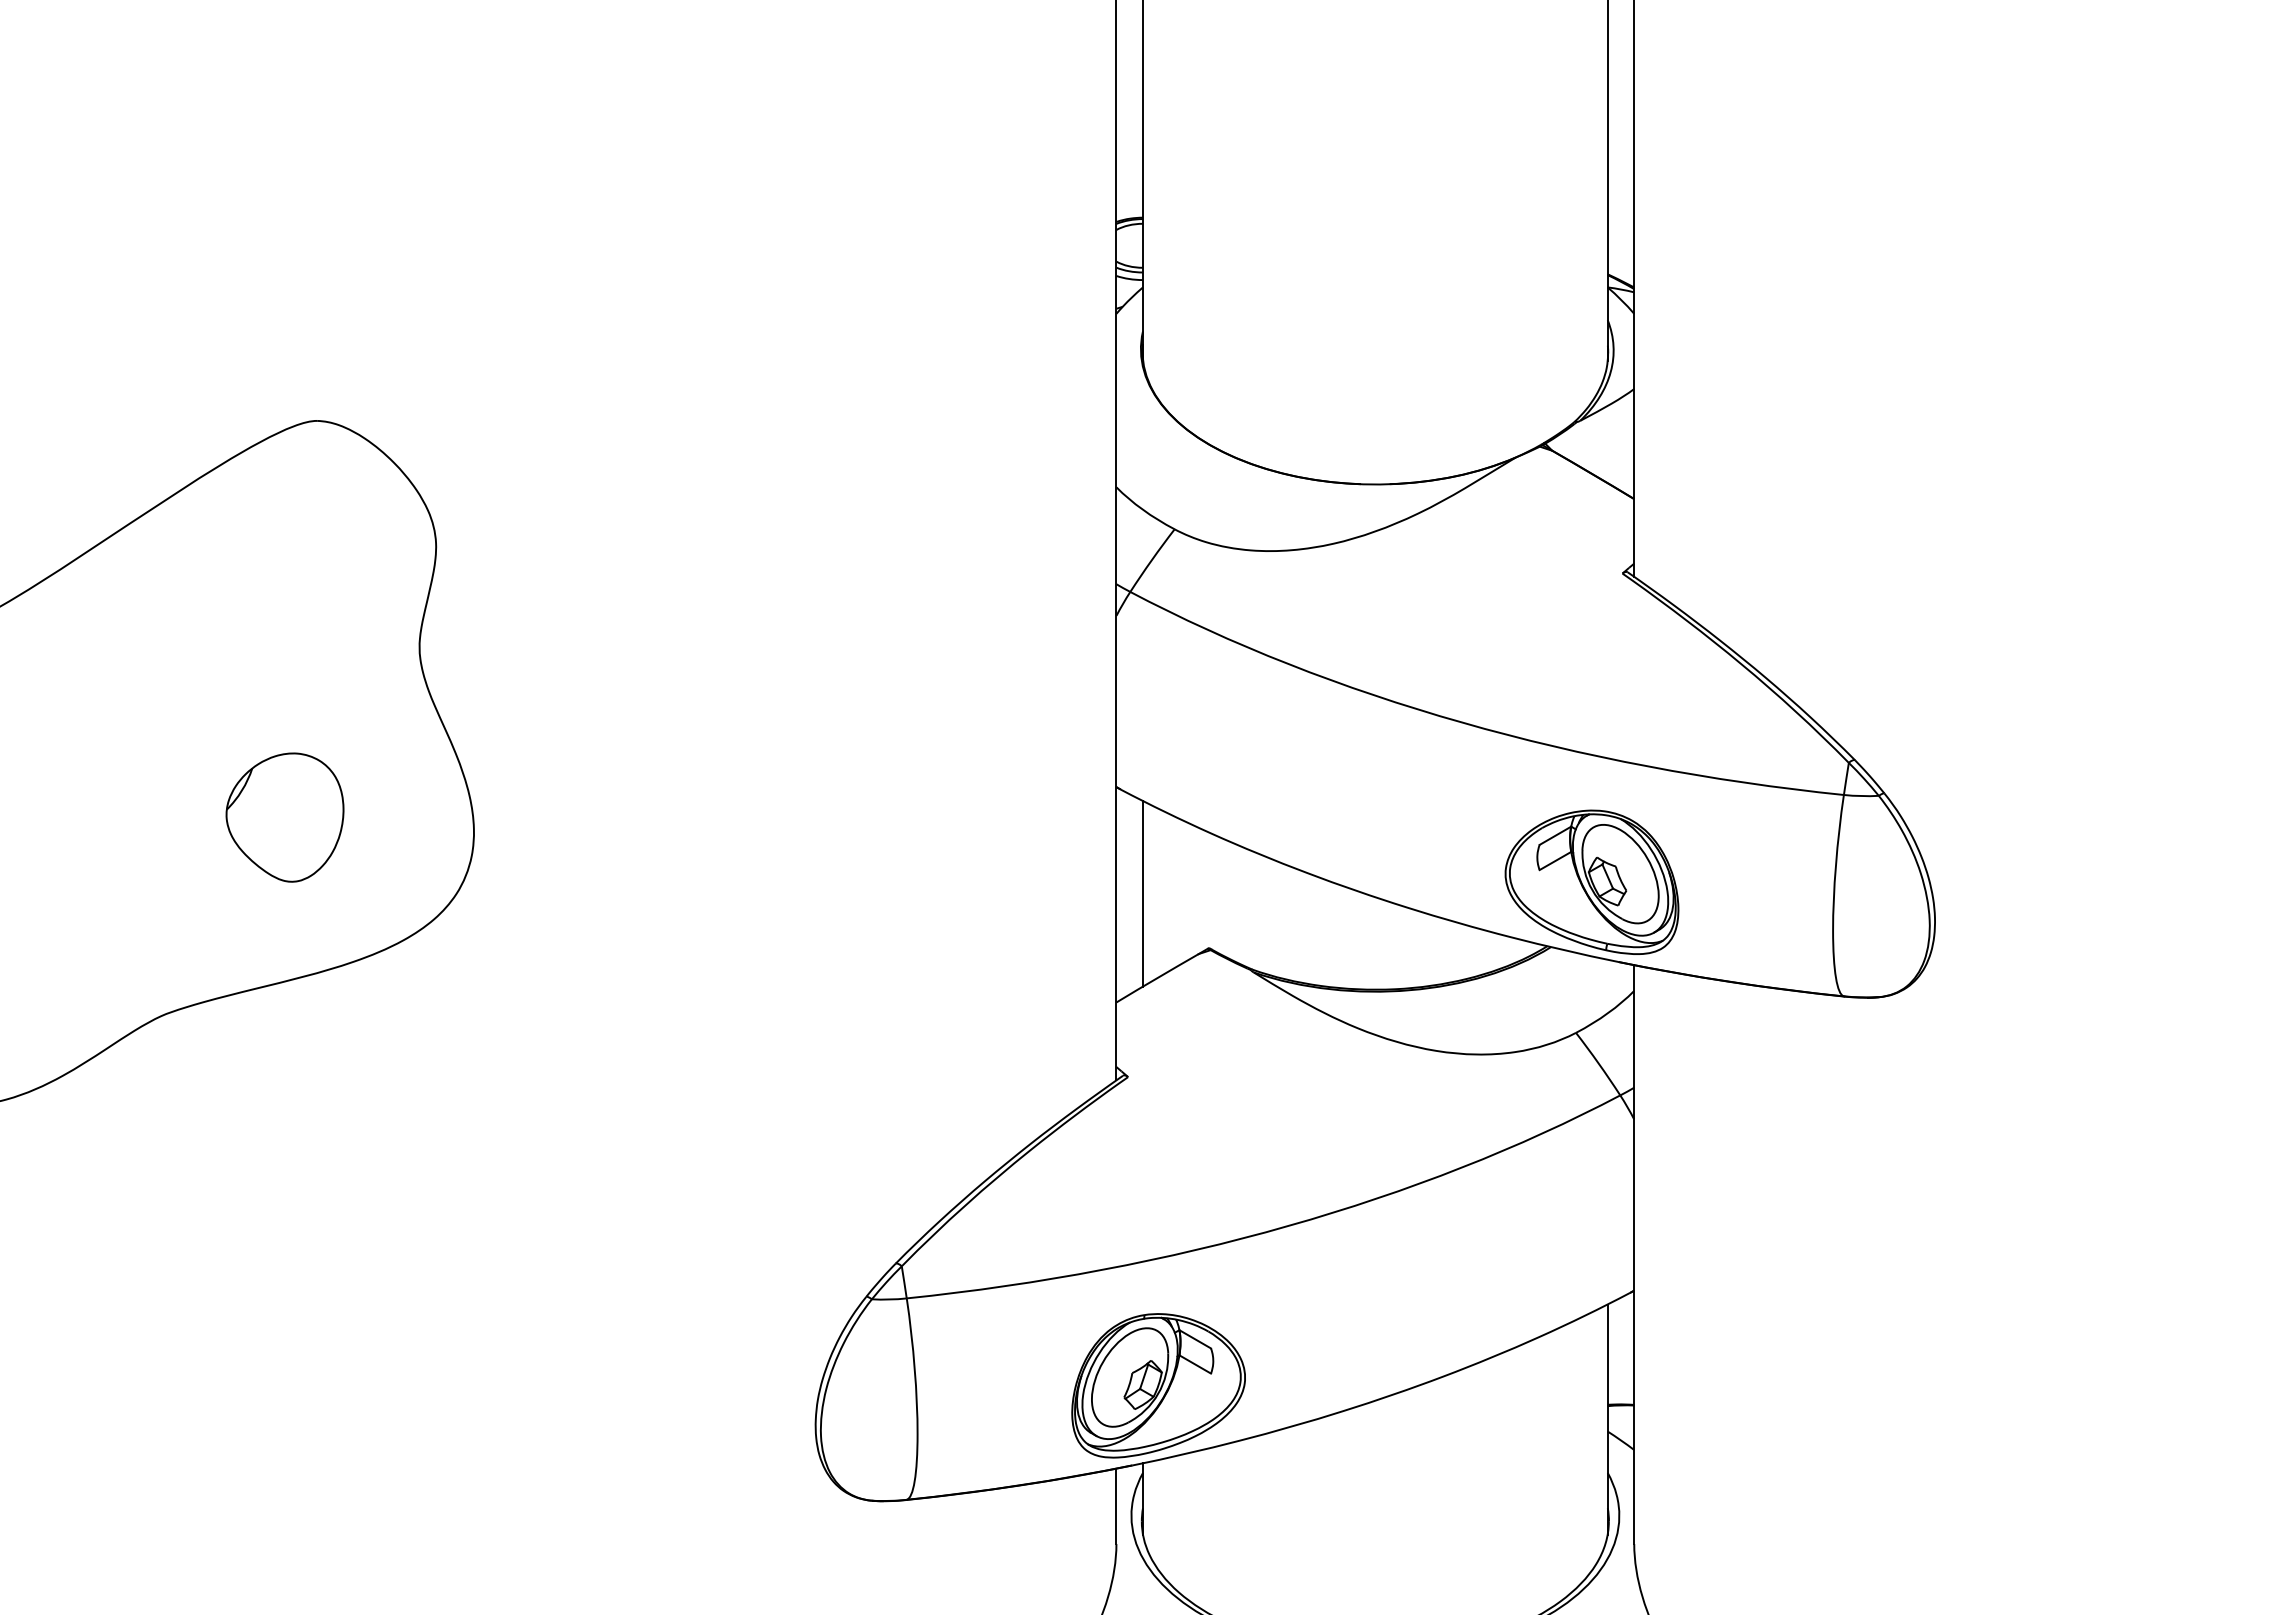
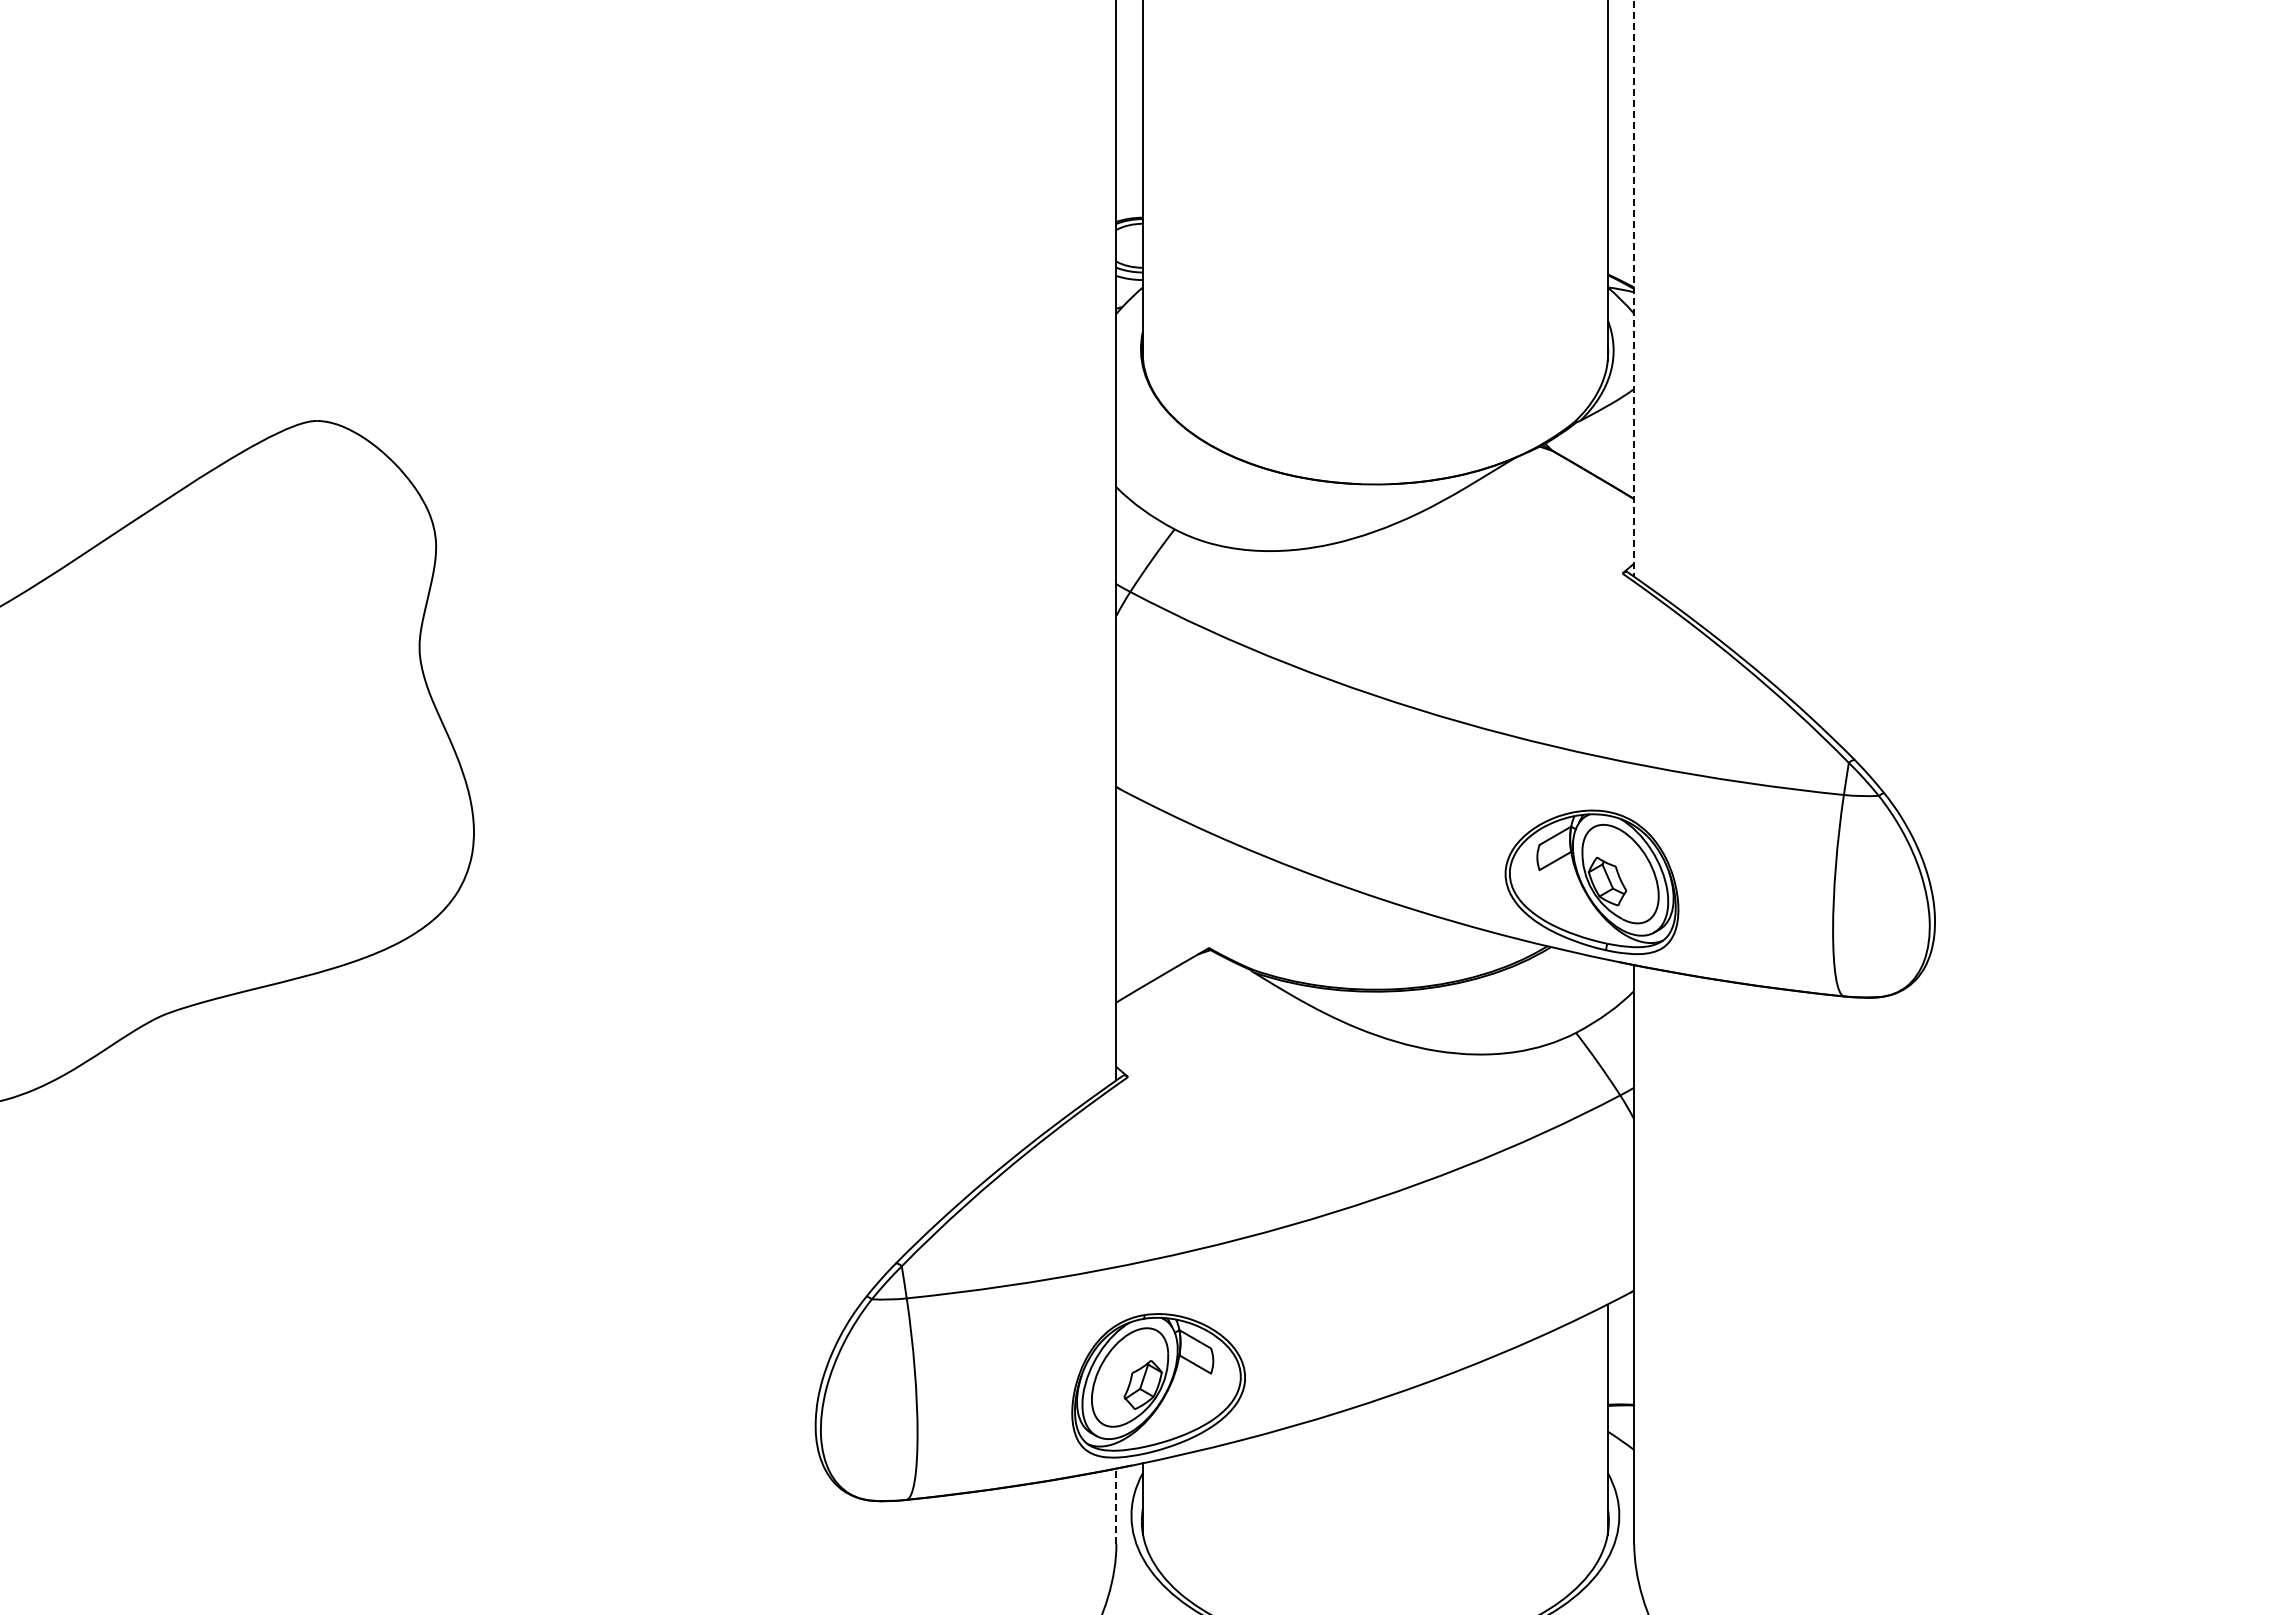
line at (1634, 288): solid -> dashed
part at (284, 817): present -> none
line at (1142, 893): present -> none
line at (1116, 1506): solid -> dashed
